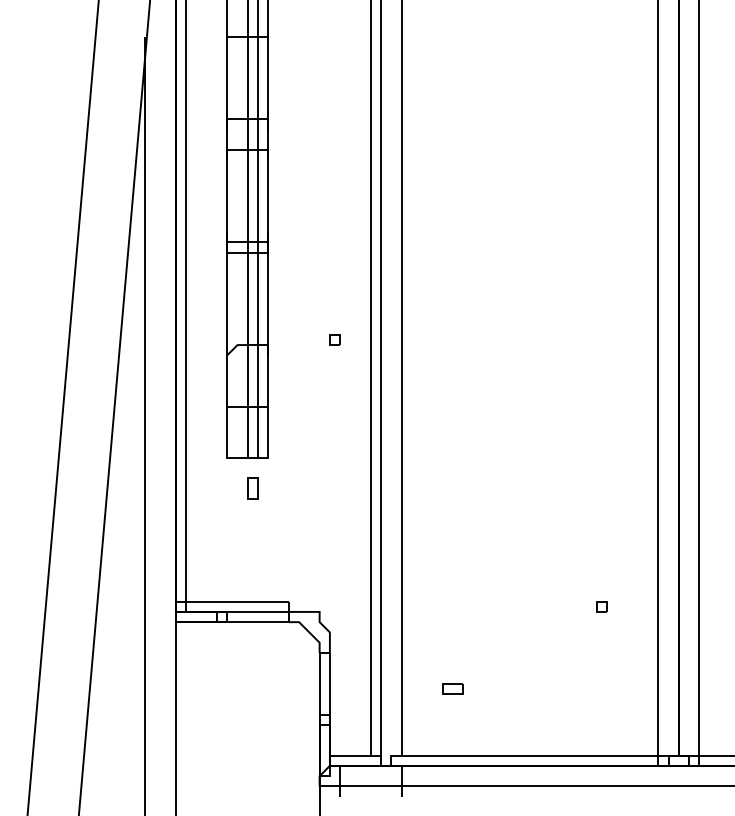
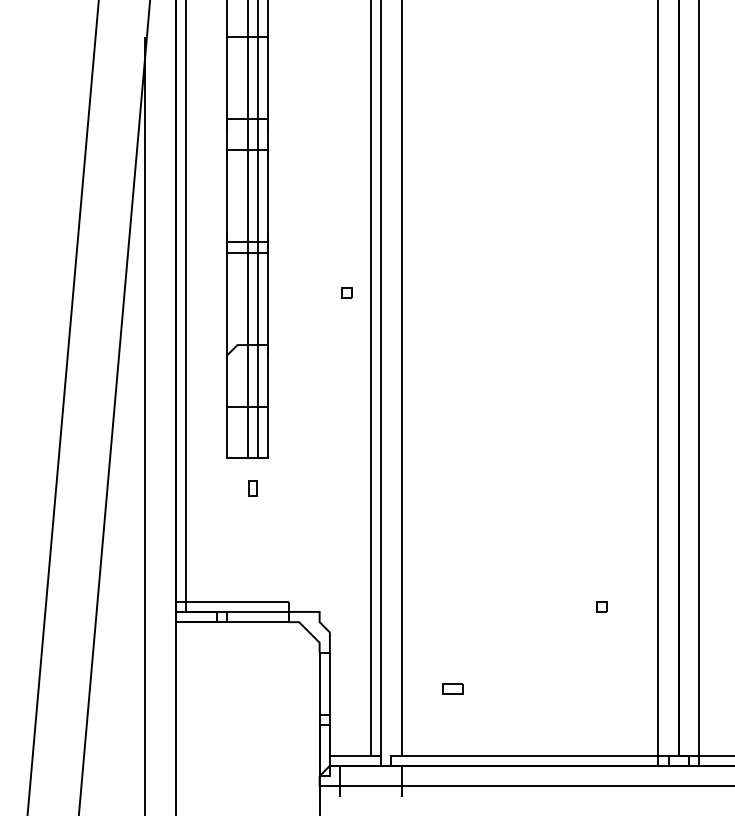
part at (334, 339) position: (334, 339) -> (346, 292)
part at (252, 488) size: 12x23 px -> 10x17 px
